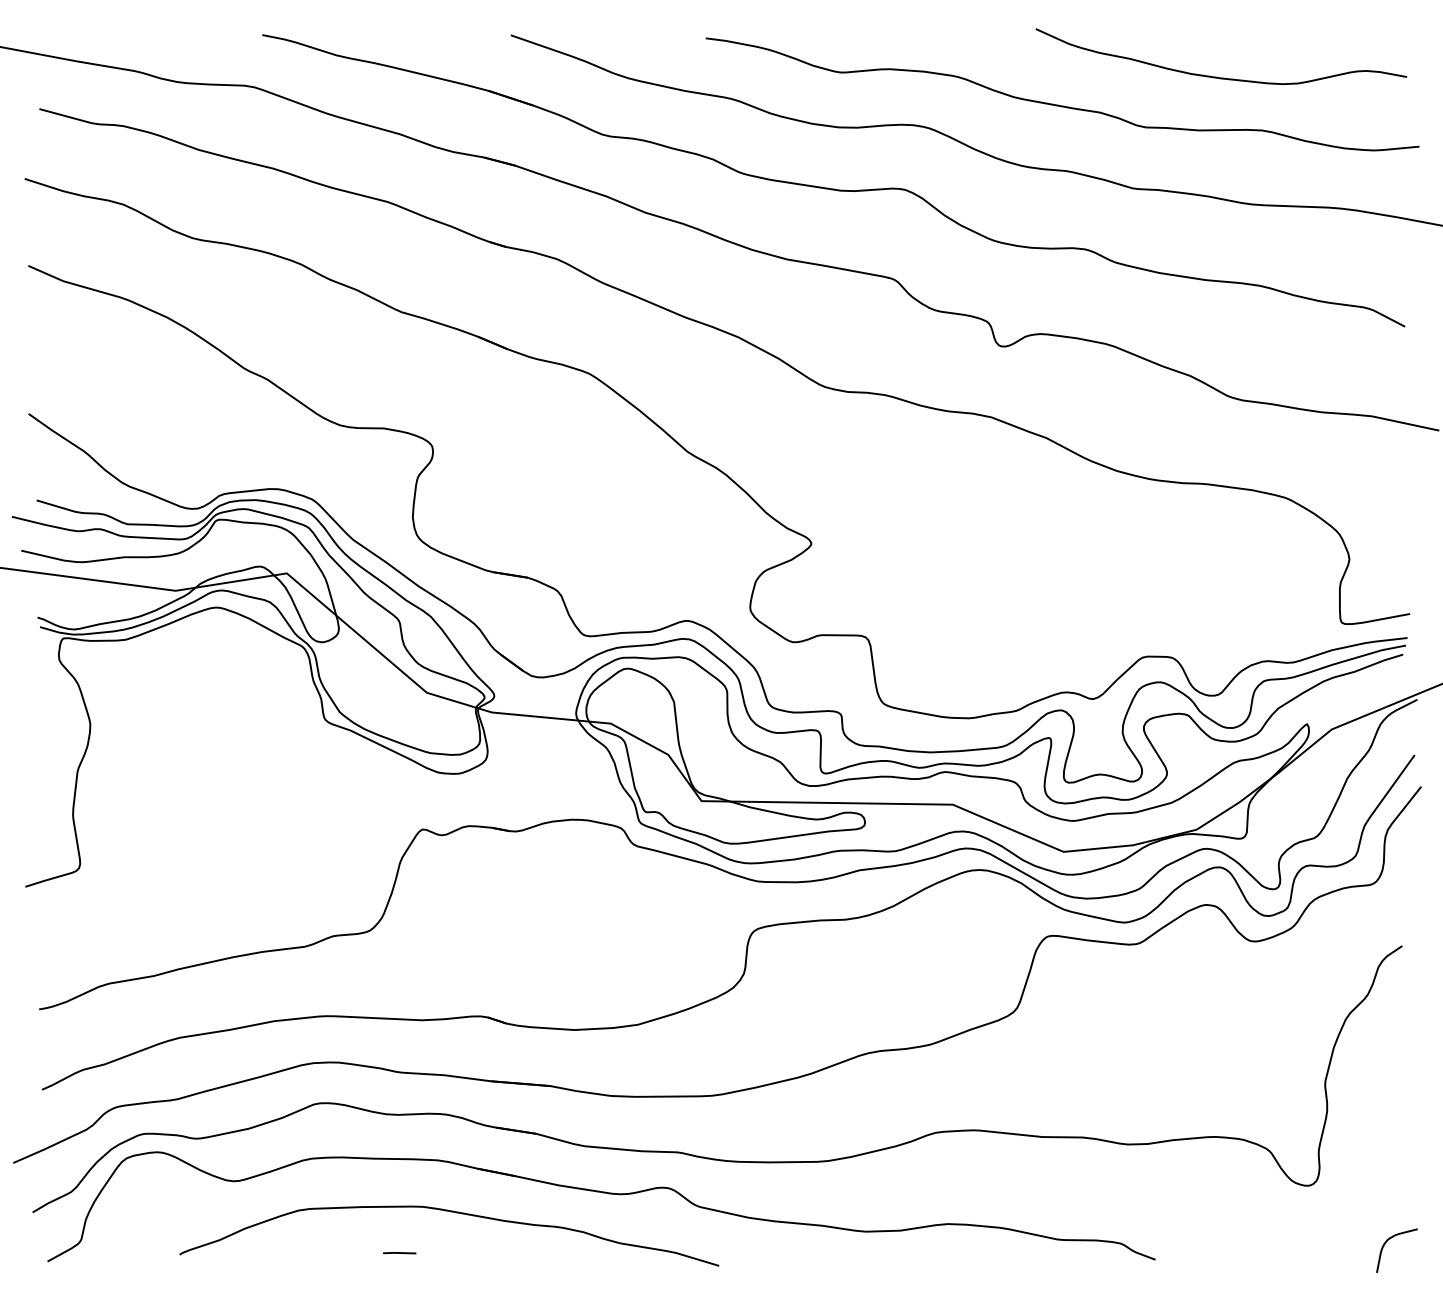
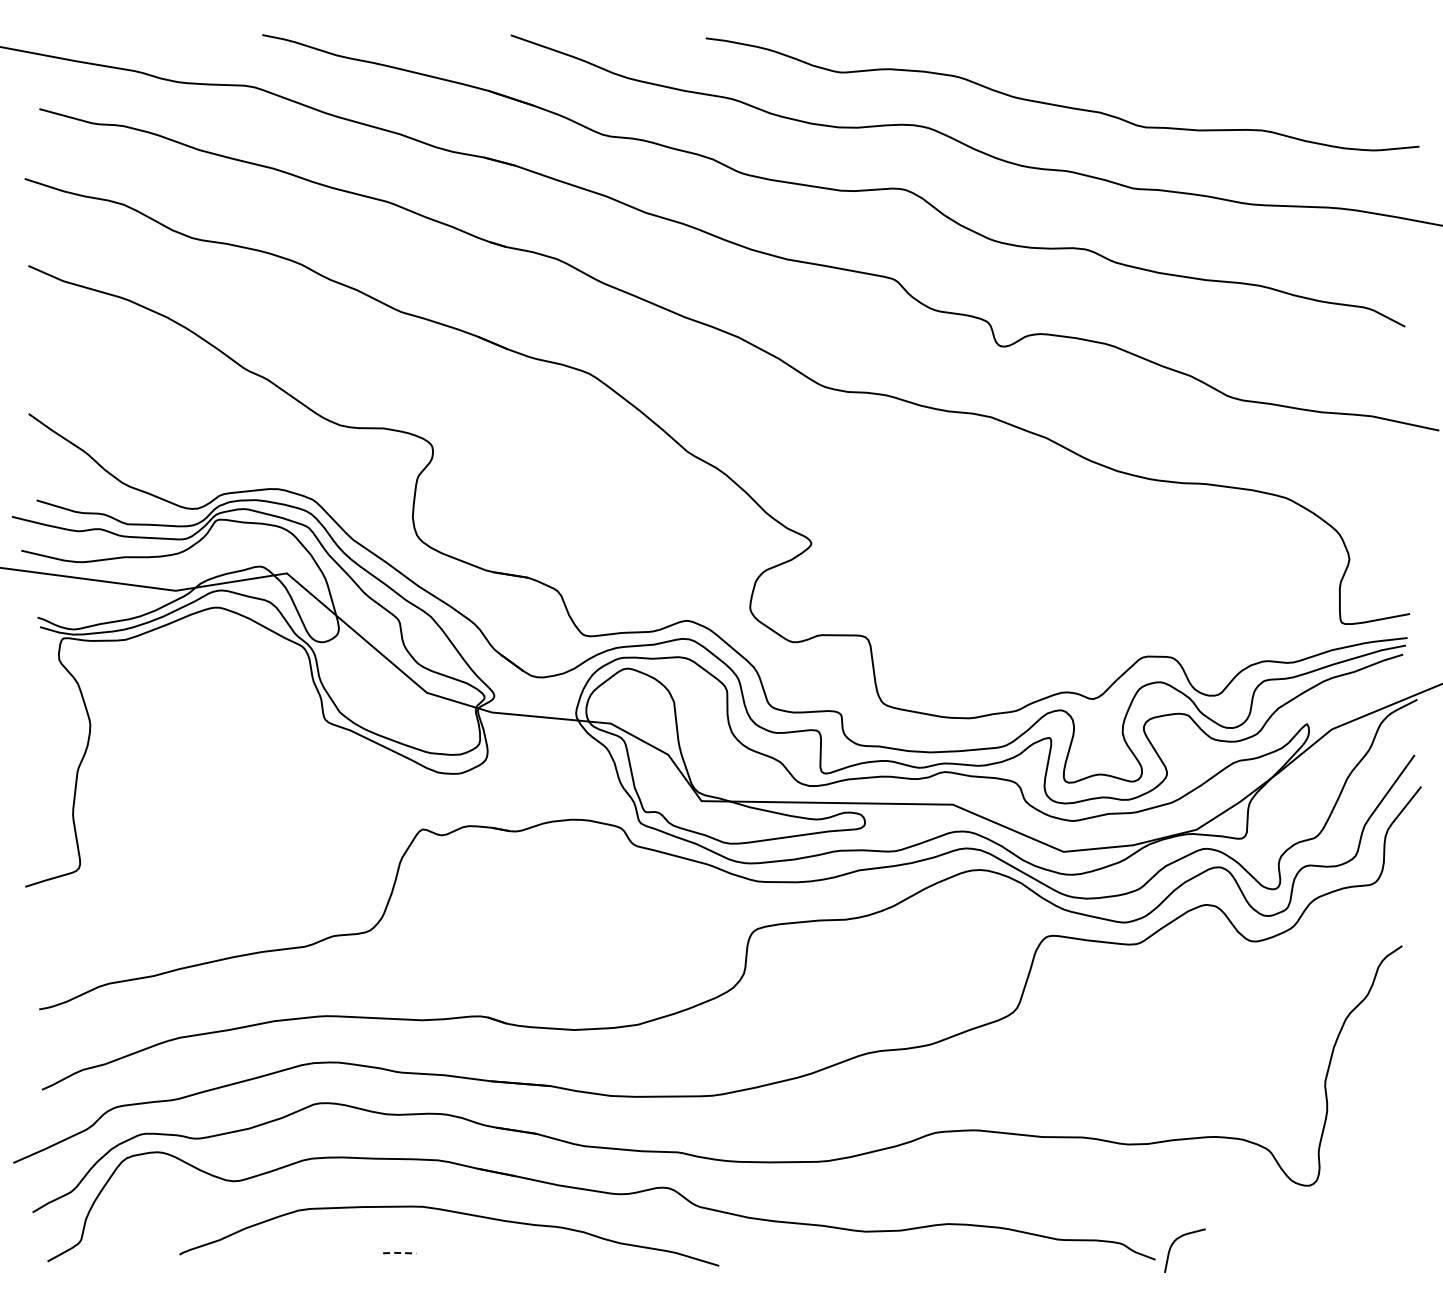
curve at (1216, 76): present -> none
curve at (1386, 1243) position: (1386, 1243) -> (1174, 1243)
line at (399, 1252): solid -> dashed
